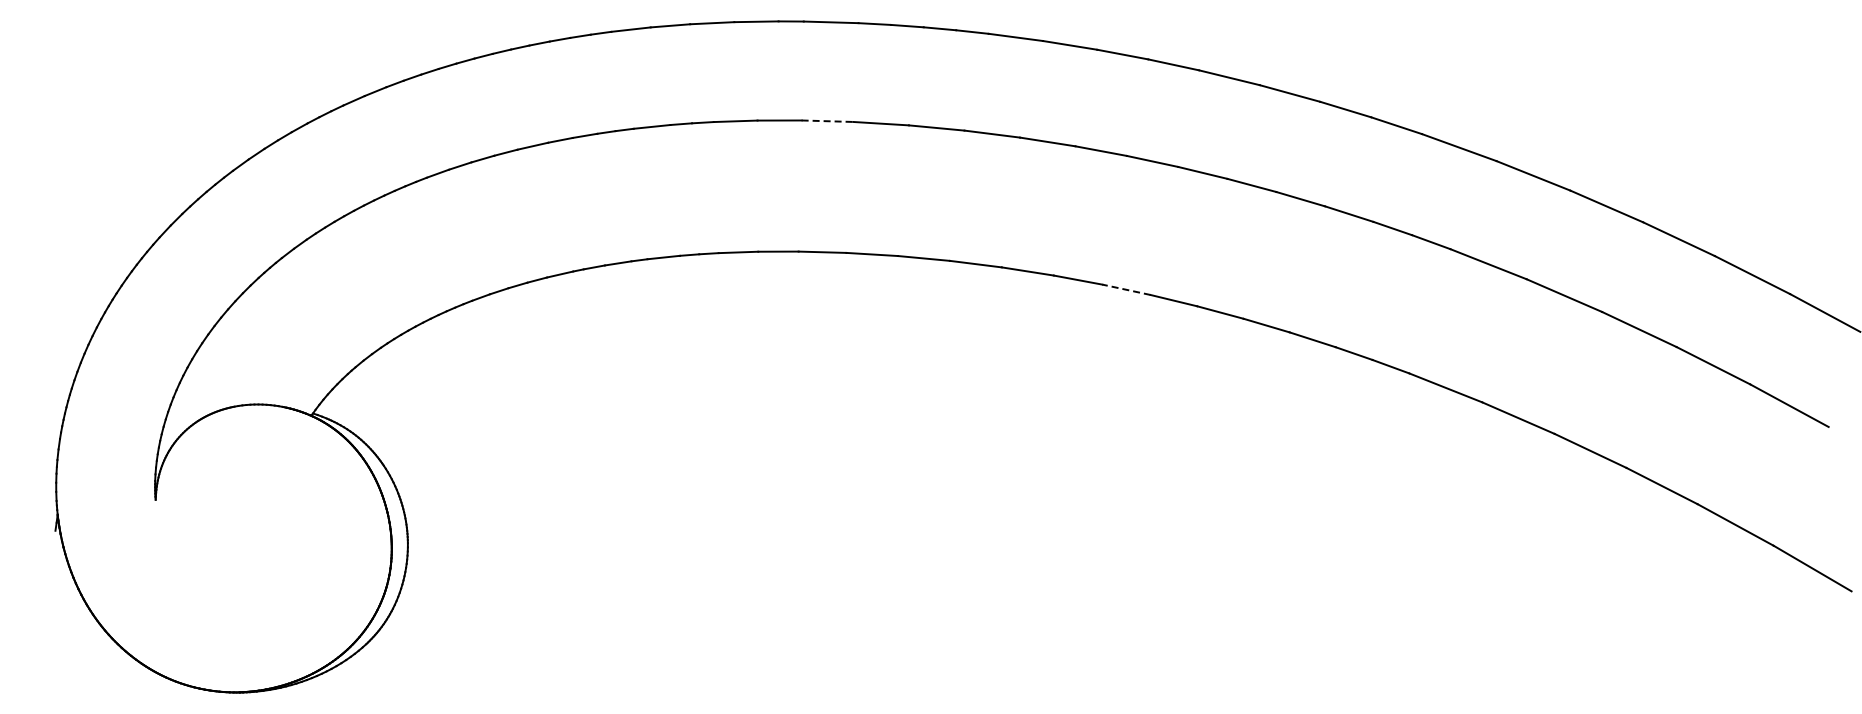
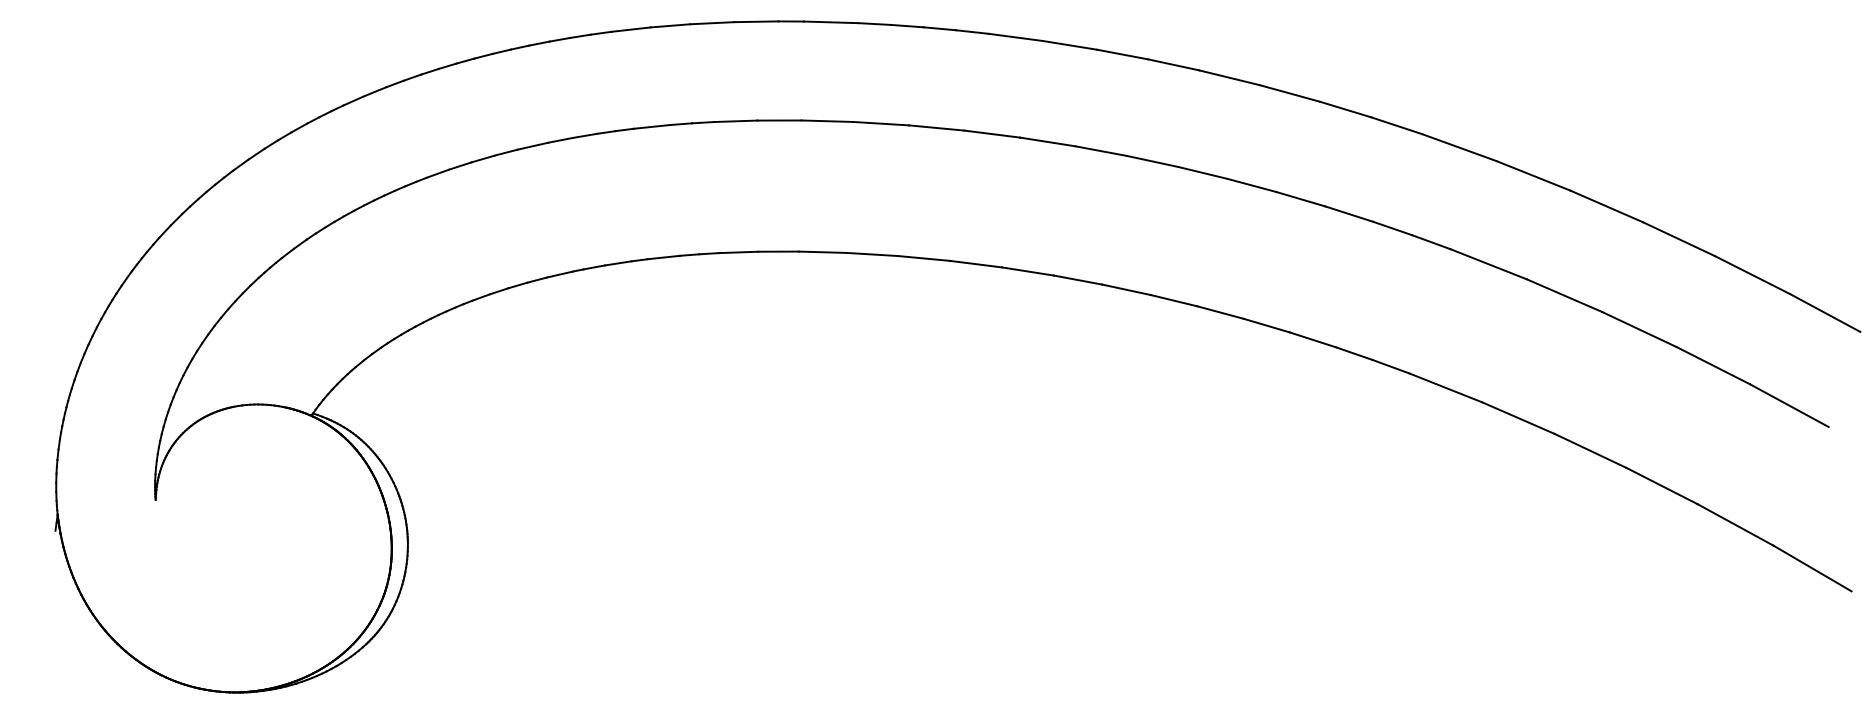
line at (827, 121): dashed -> solid
line at (1126, 289): dashed -> solid
